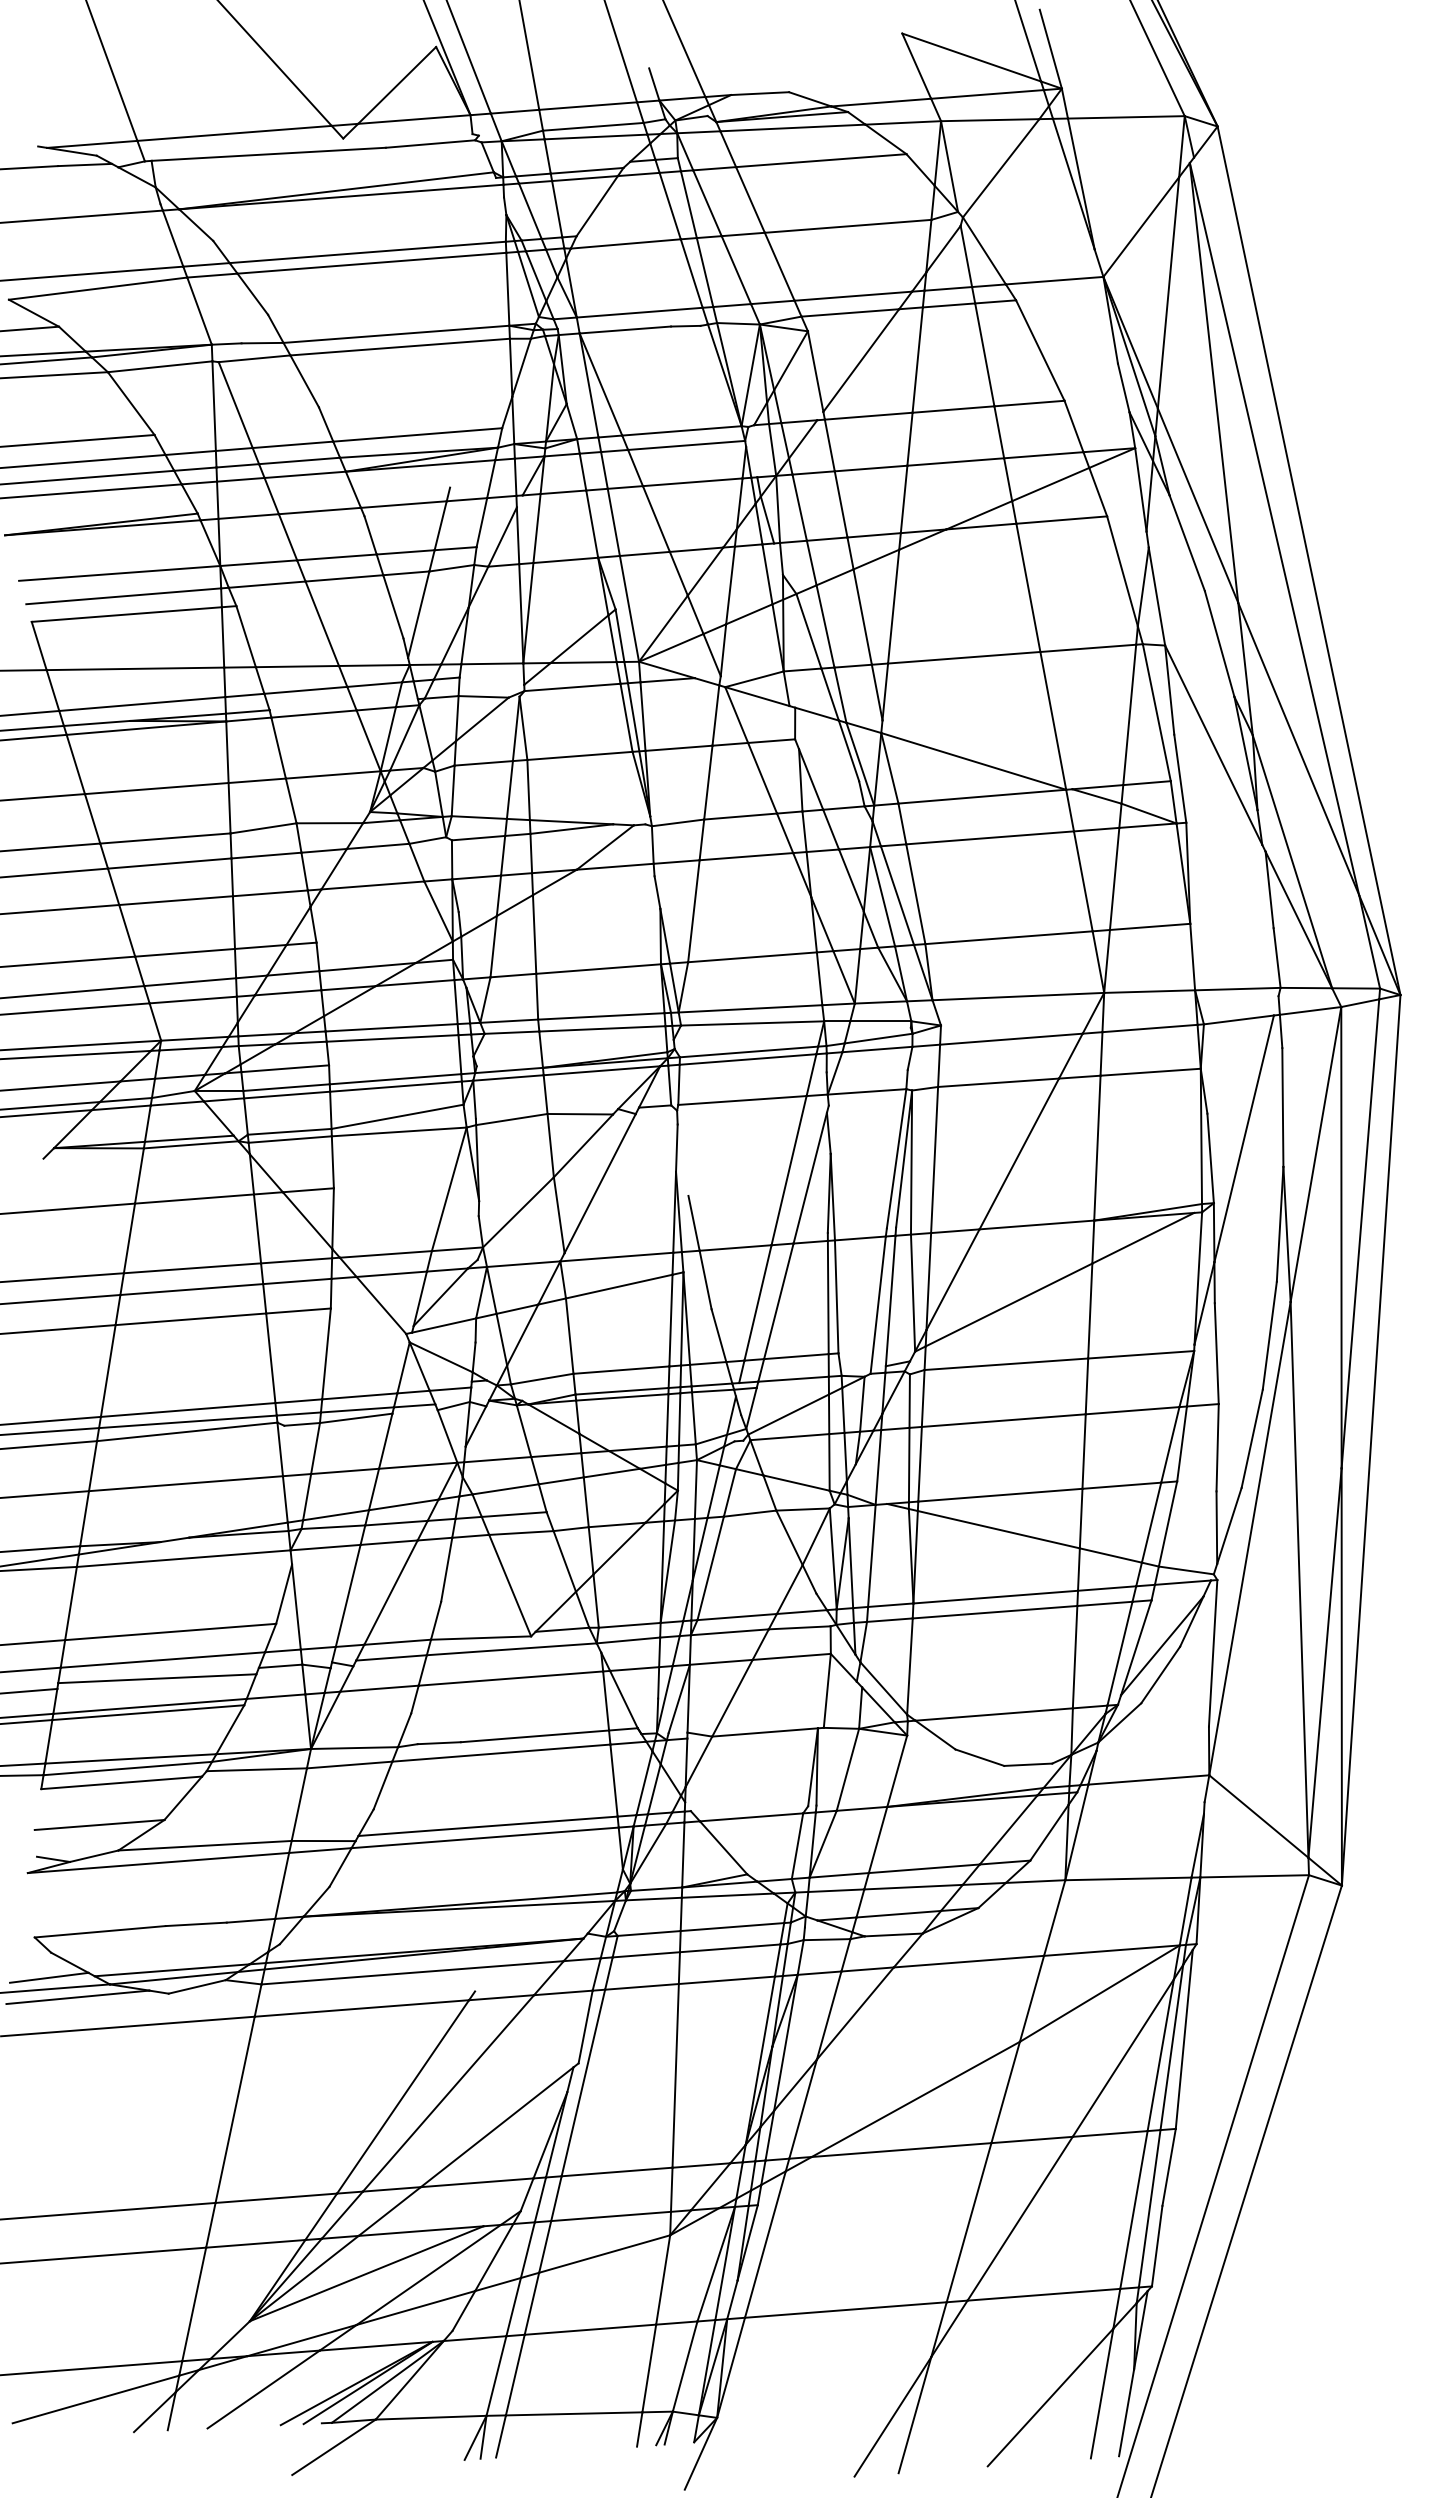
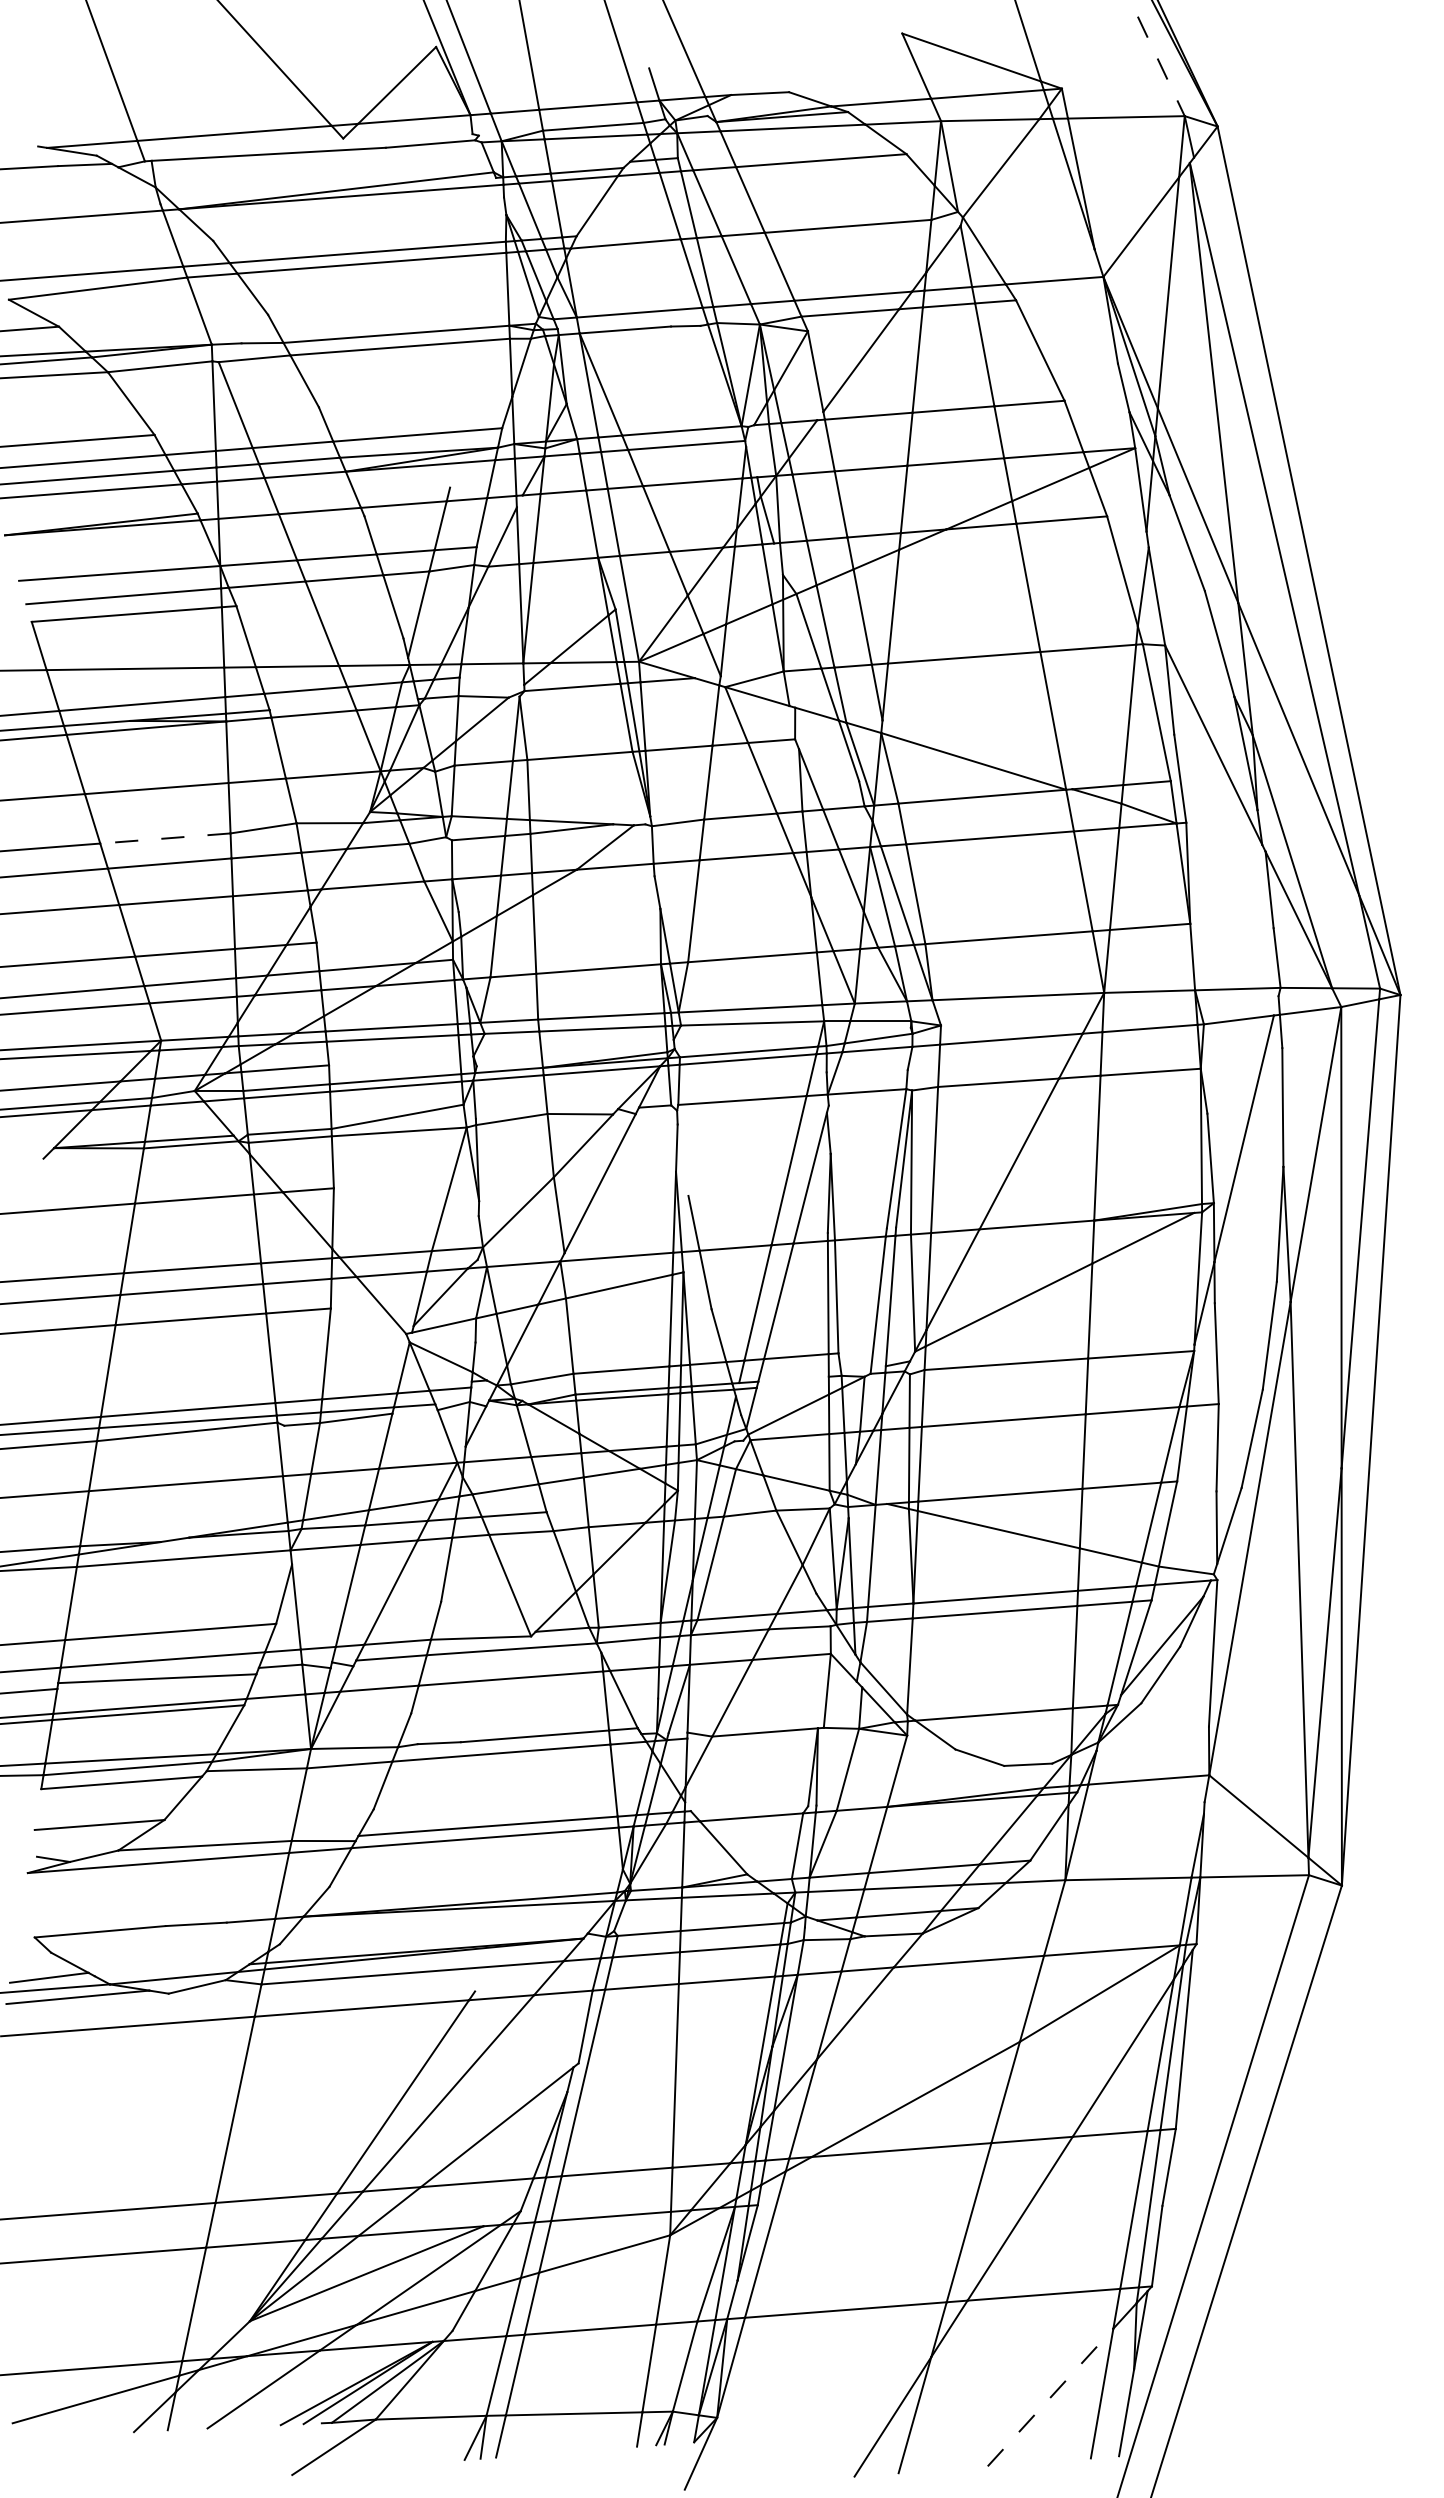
line at (1050, 48): present -> none
line at (1157, 58): solid -> dashed
line at (164, 838): solid -> dashed
line at (793, 1378): present -> none
line at (171, 1970): present -> none
line at (1050, 2397): solid -> dashed
